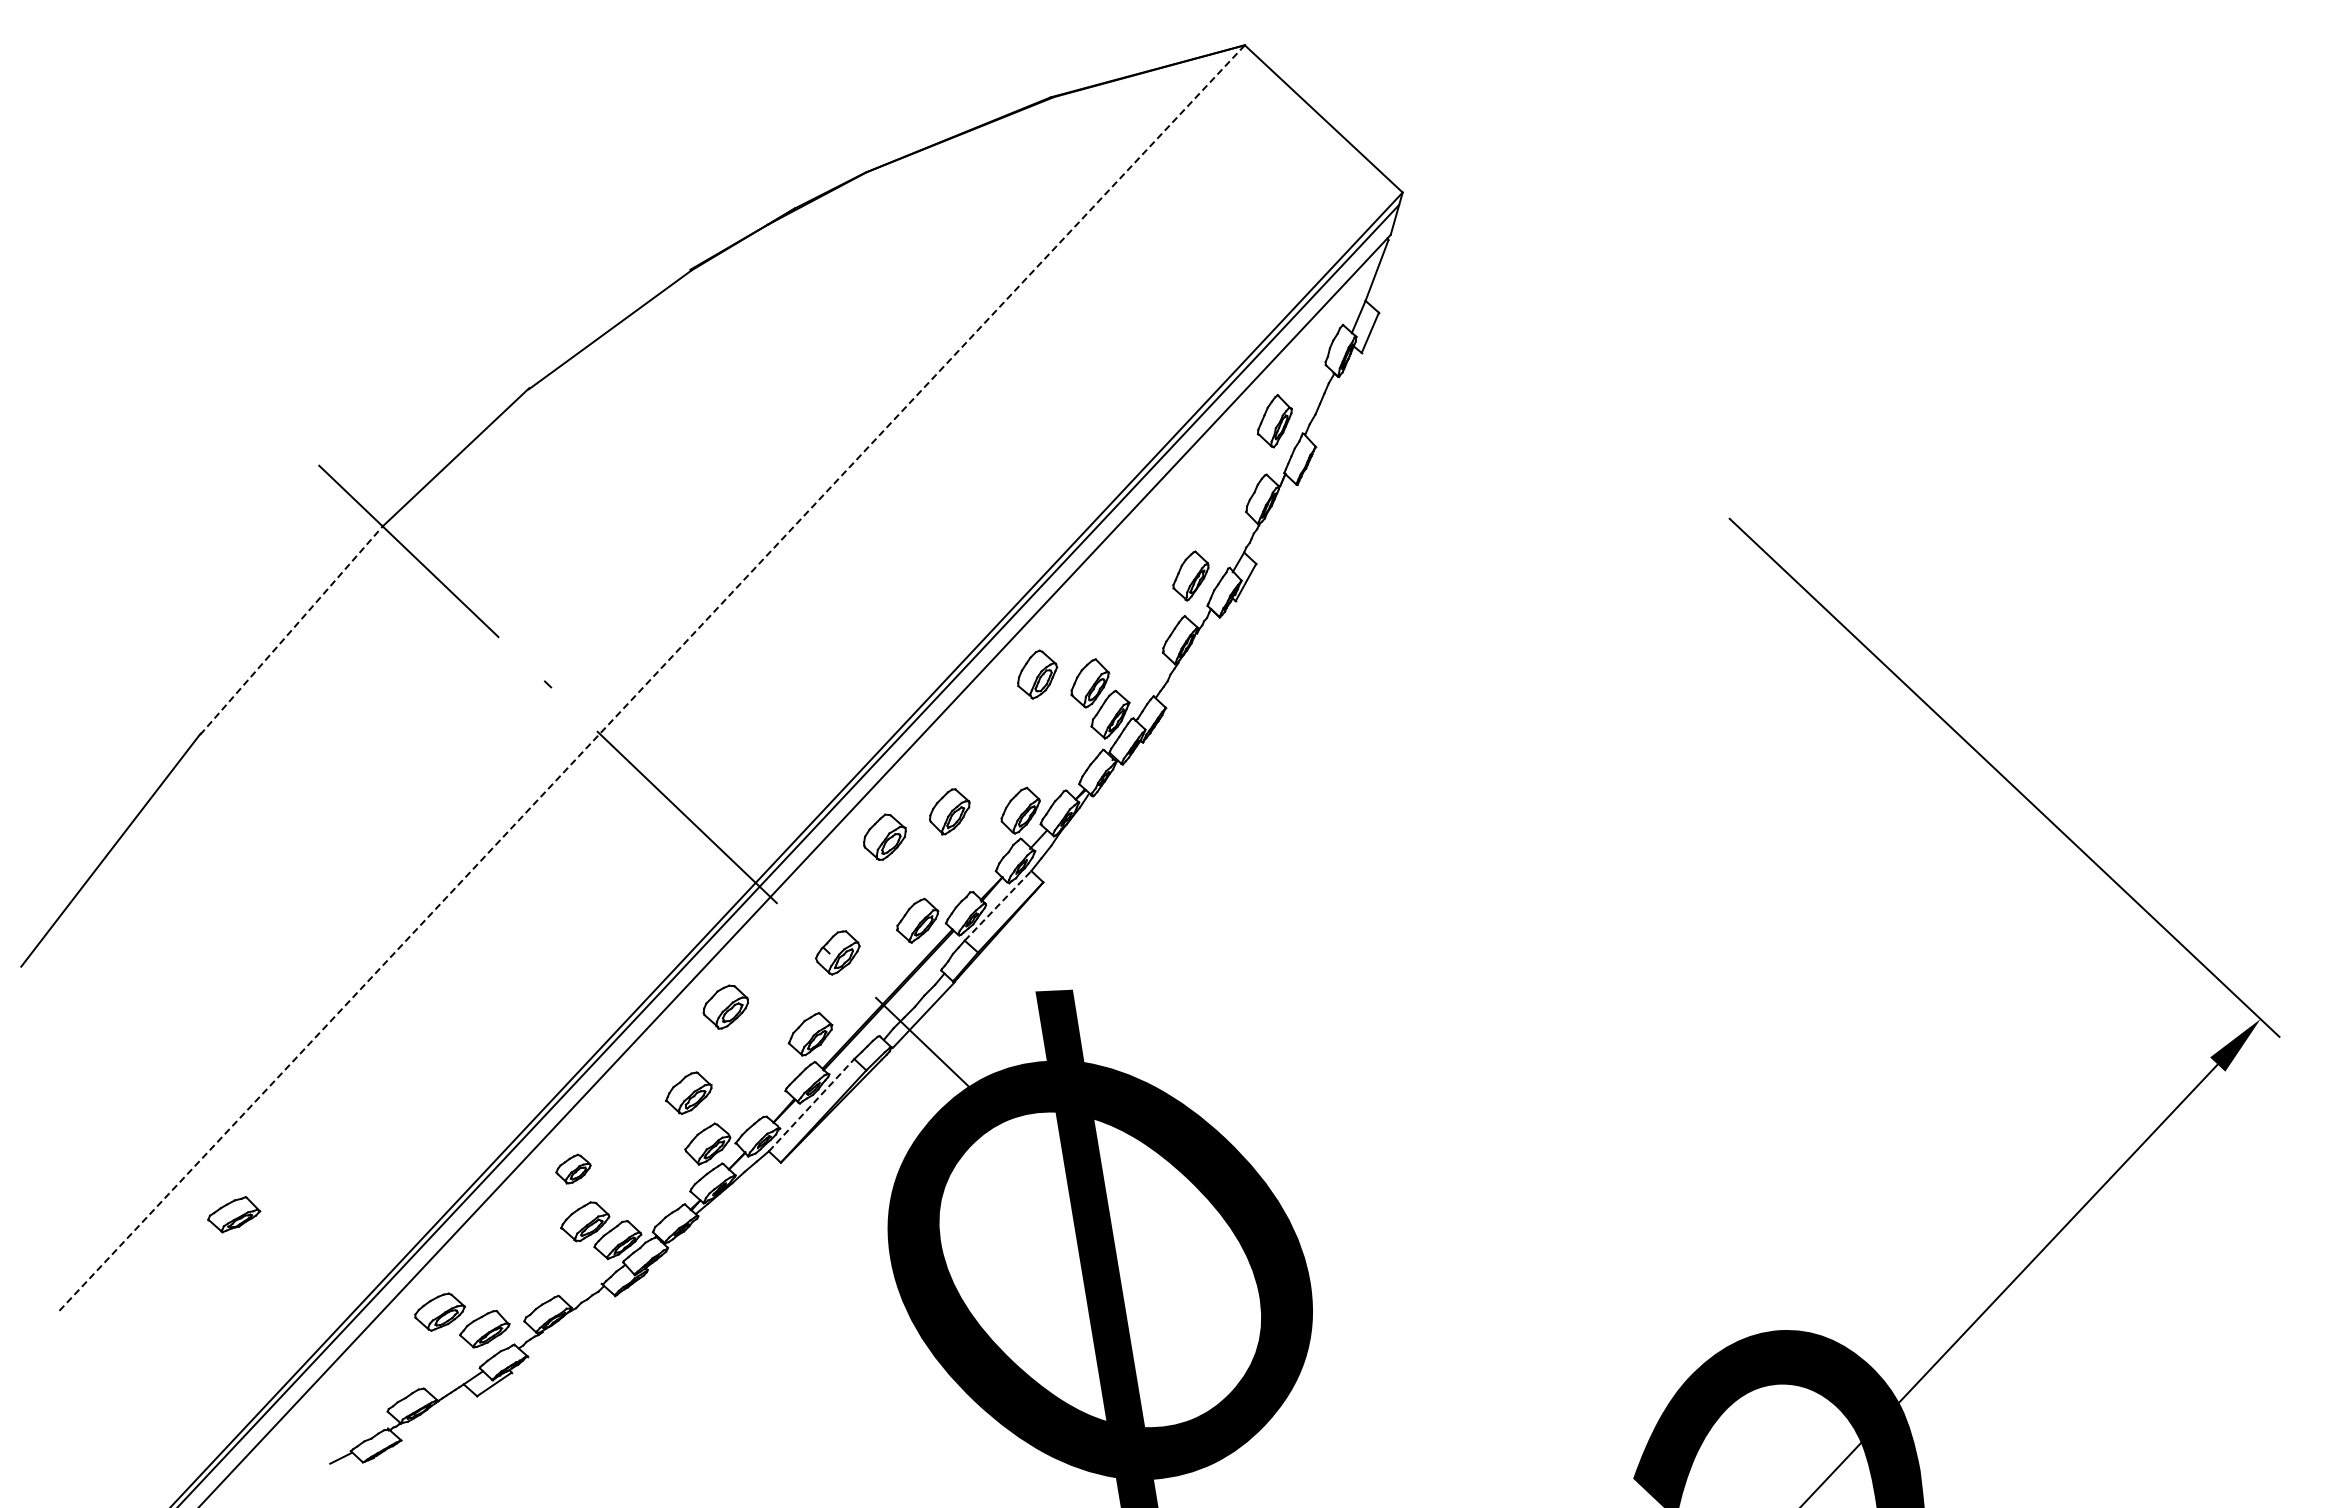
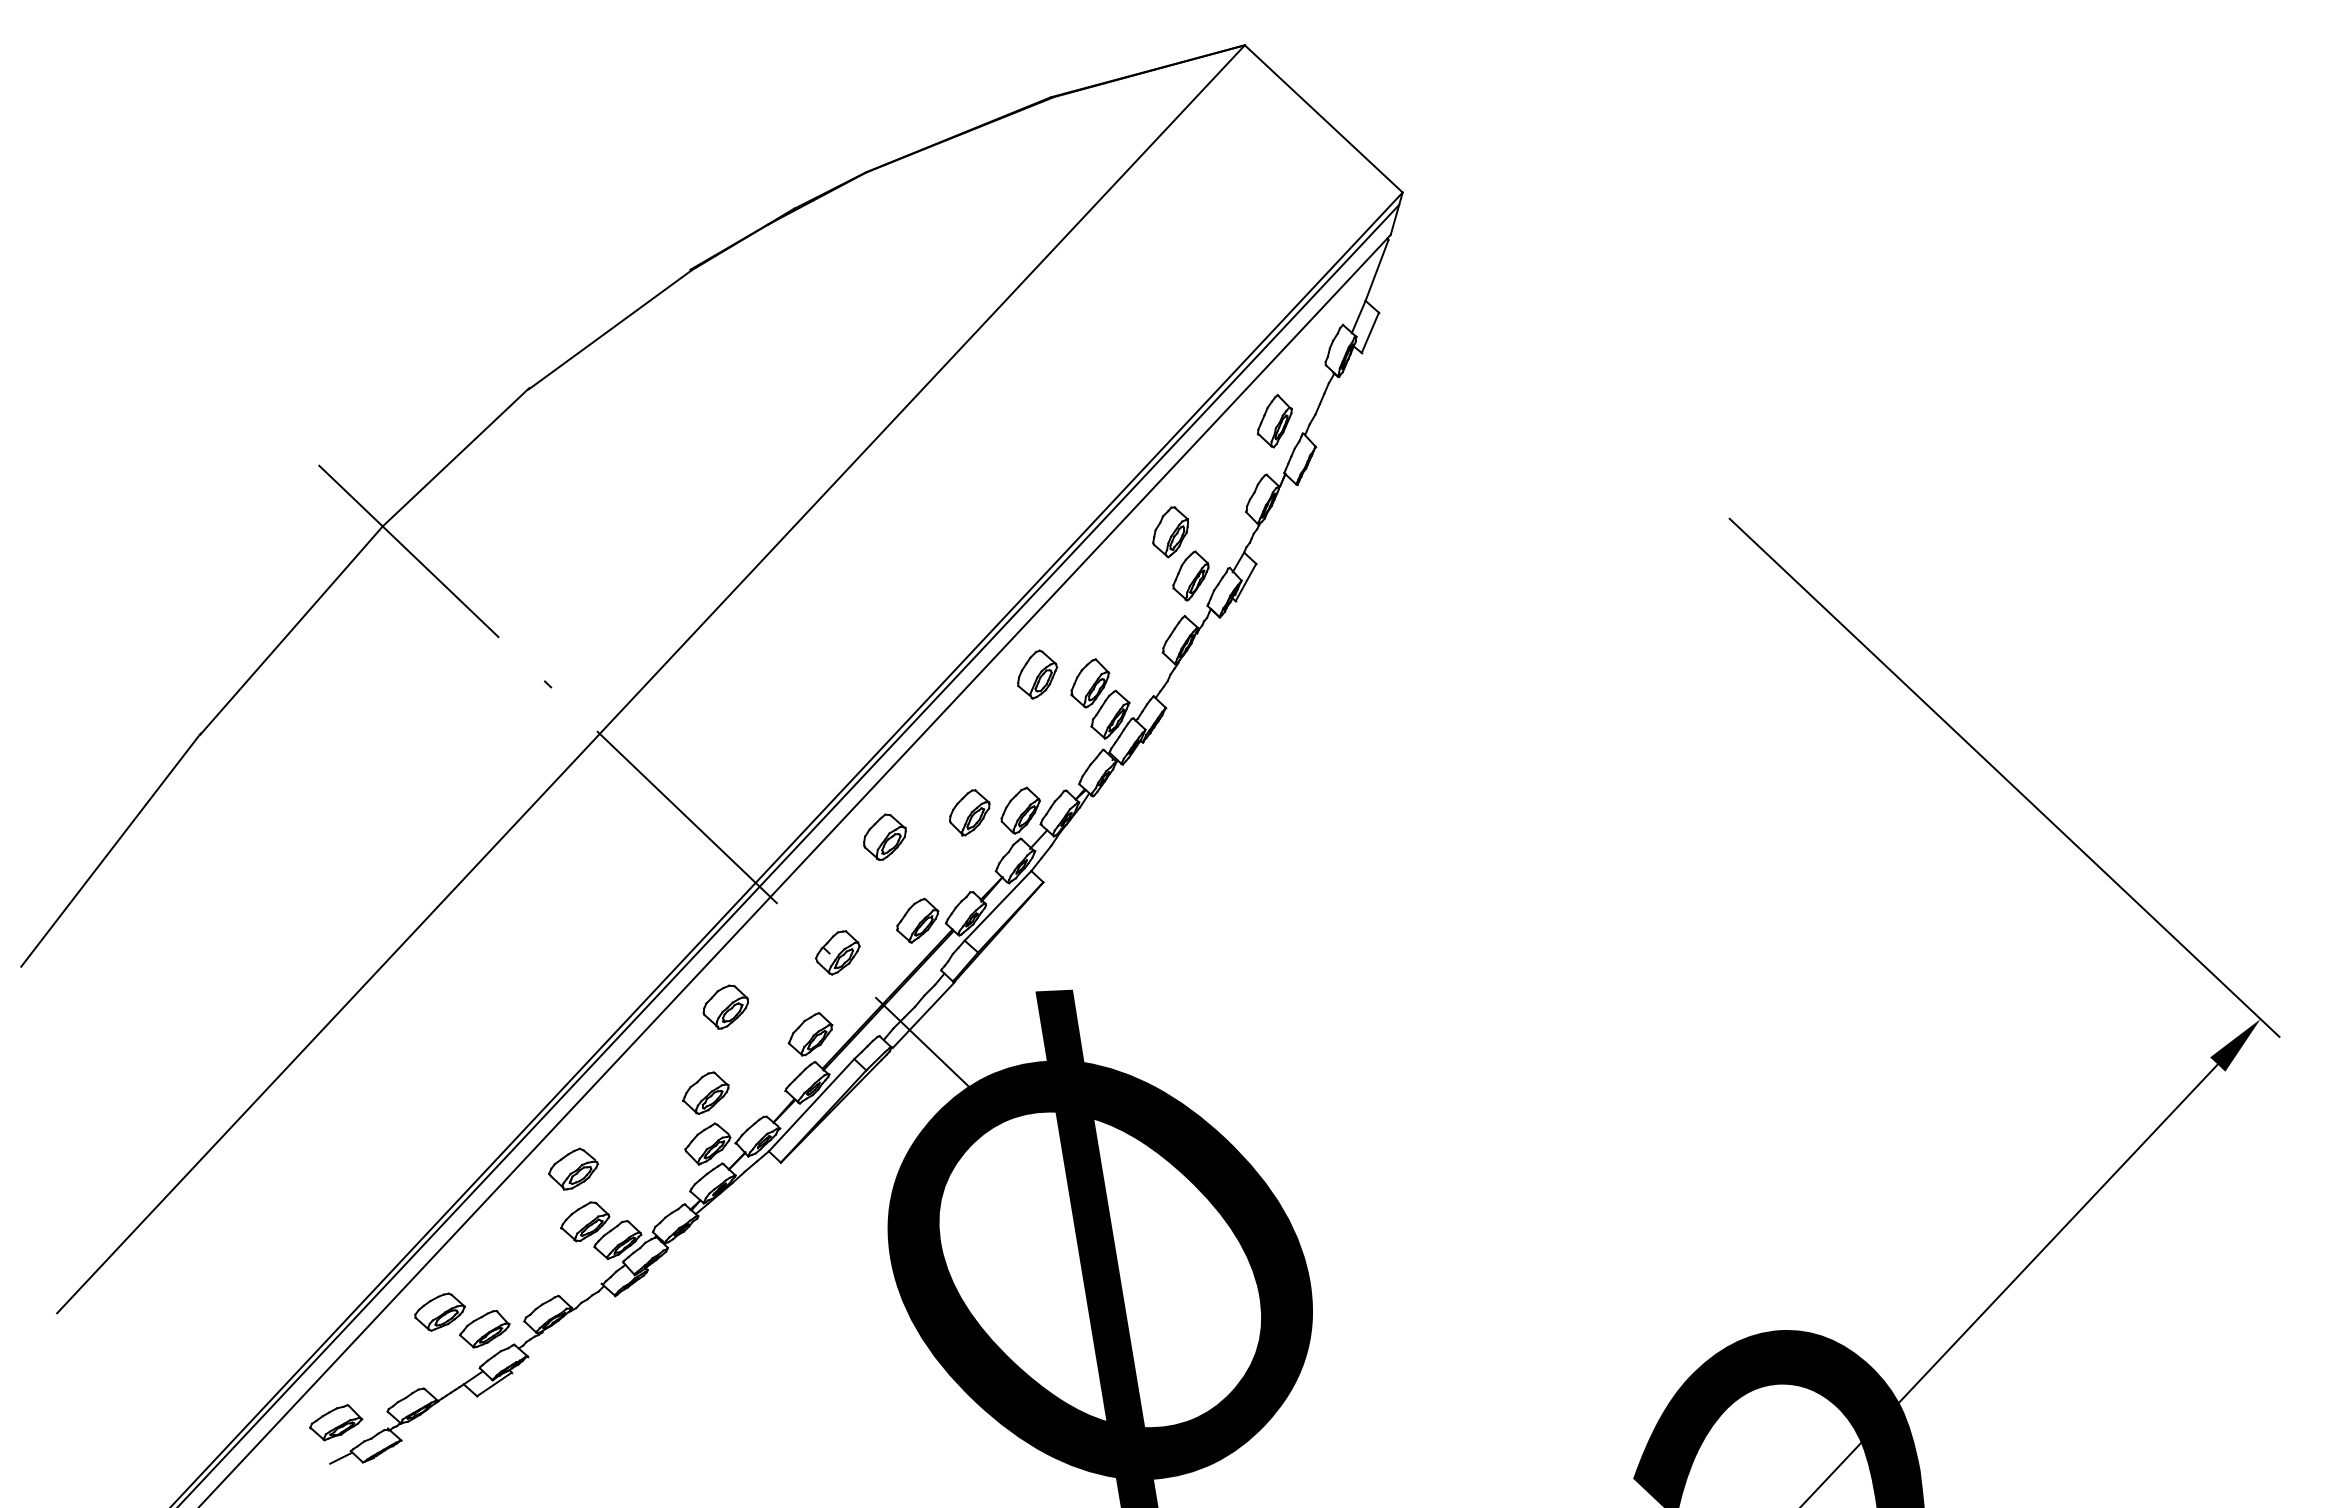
part at (1170, 532): none -> present
line at (291, 630): dashed -> solid
line at (651, 679): dashed -> solid
part at (949, 811) position: (949, 811) -> (969, 812)
line at (998, 905): dashed -> solid
part at (688, 1092) position: (688, 1092) -> (705, 1092)
line at (811, 1105): dashed -> solid
part at (573, 1168) size: 37x32 px -> 51x44 px
part at (234, 1214) position: (234, 1214) -> (336, 1422)
